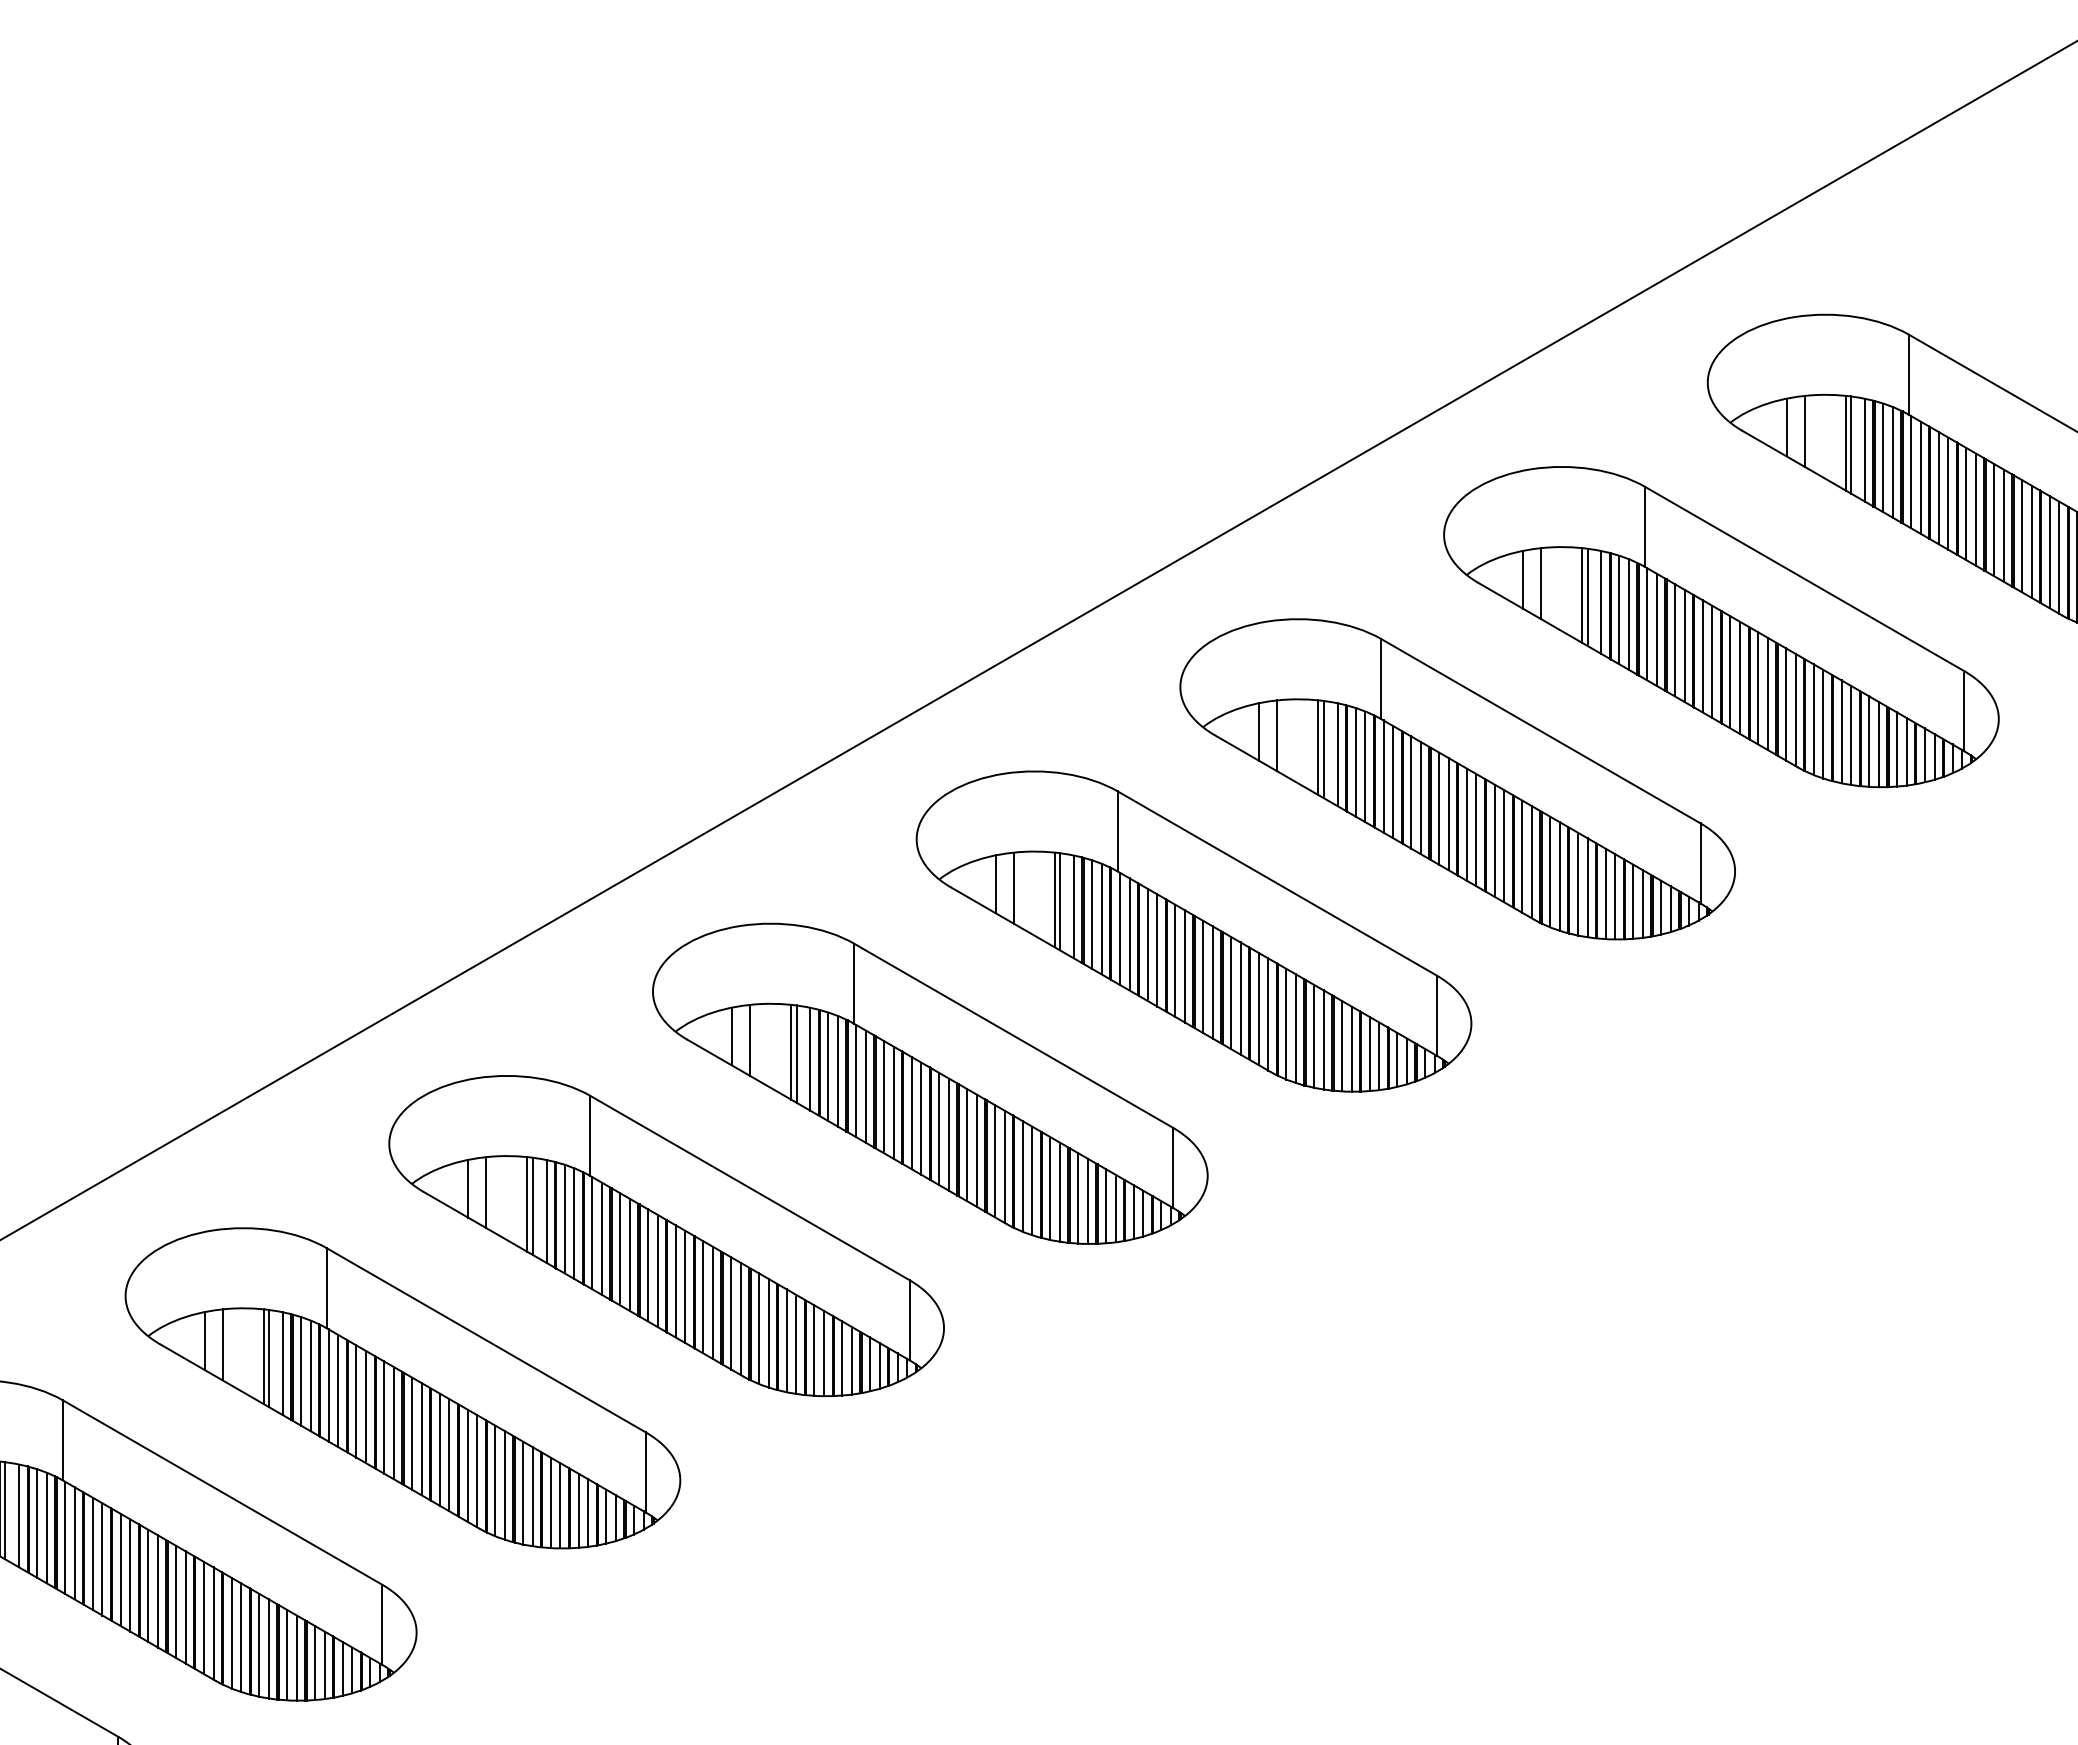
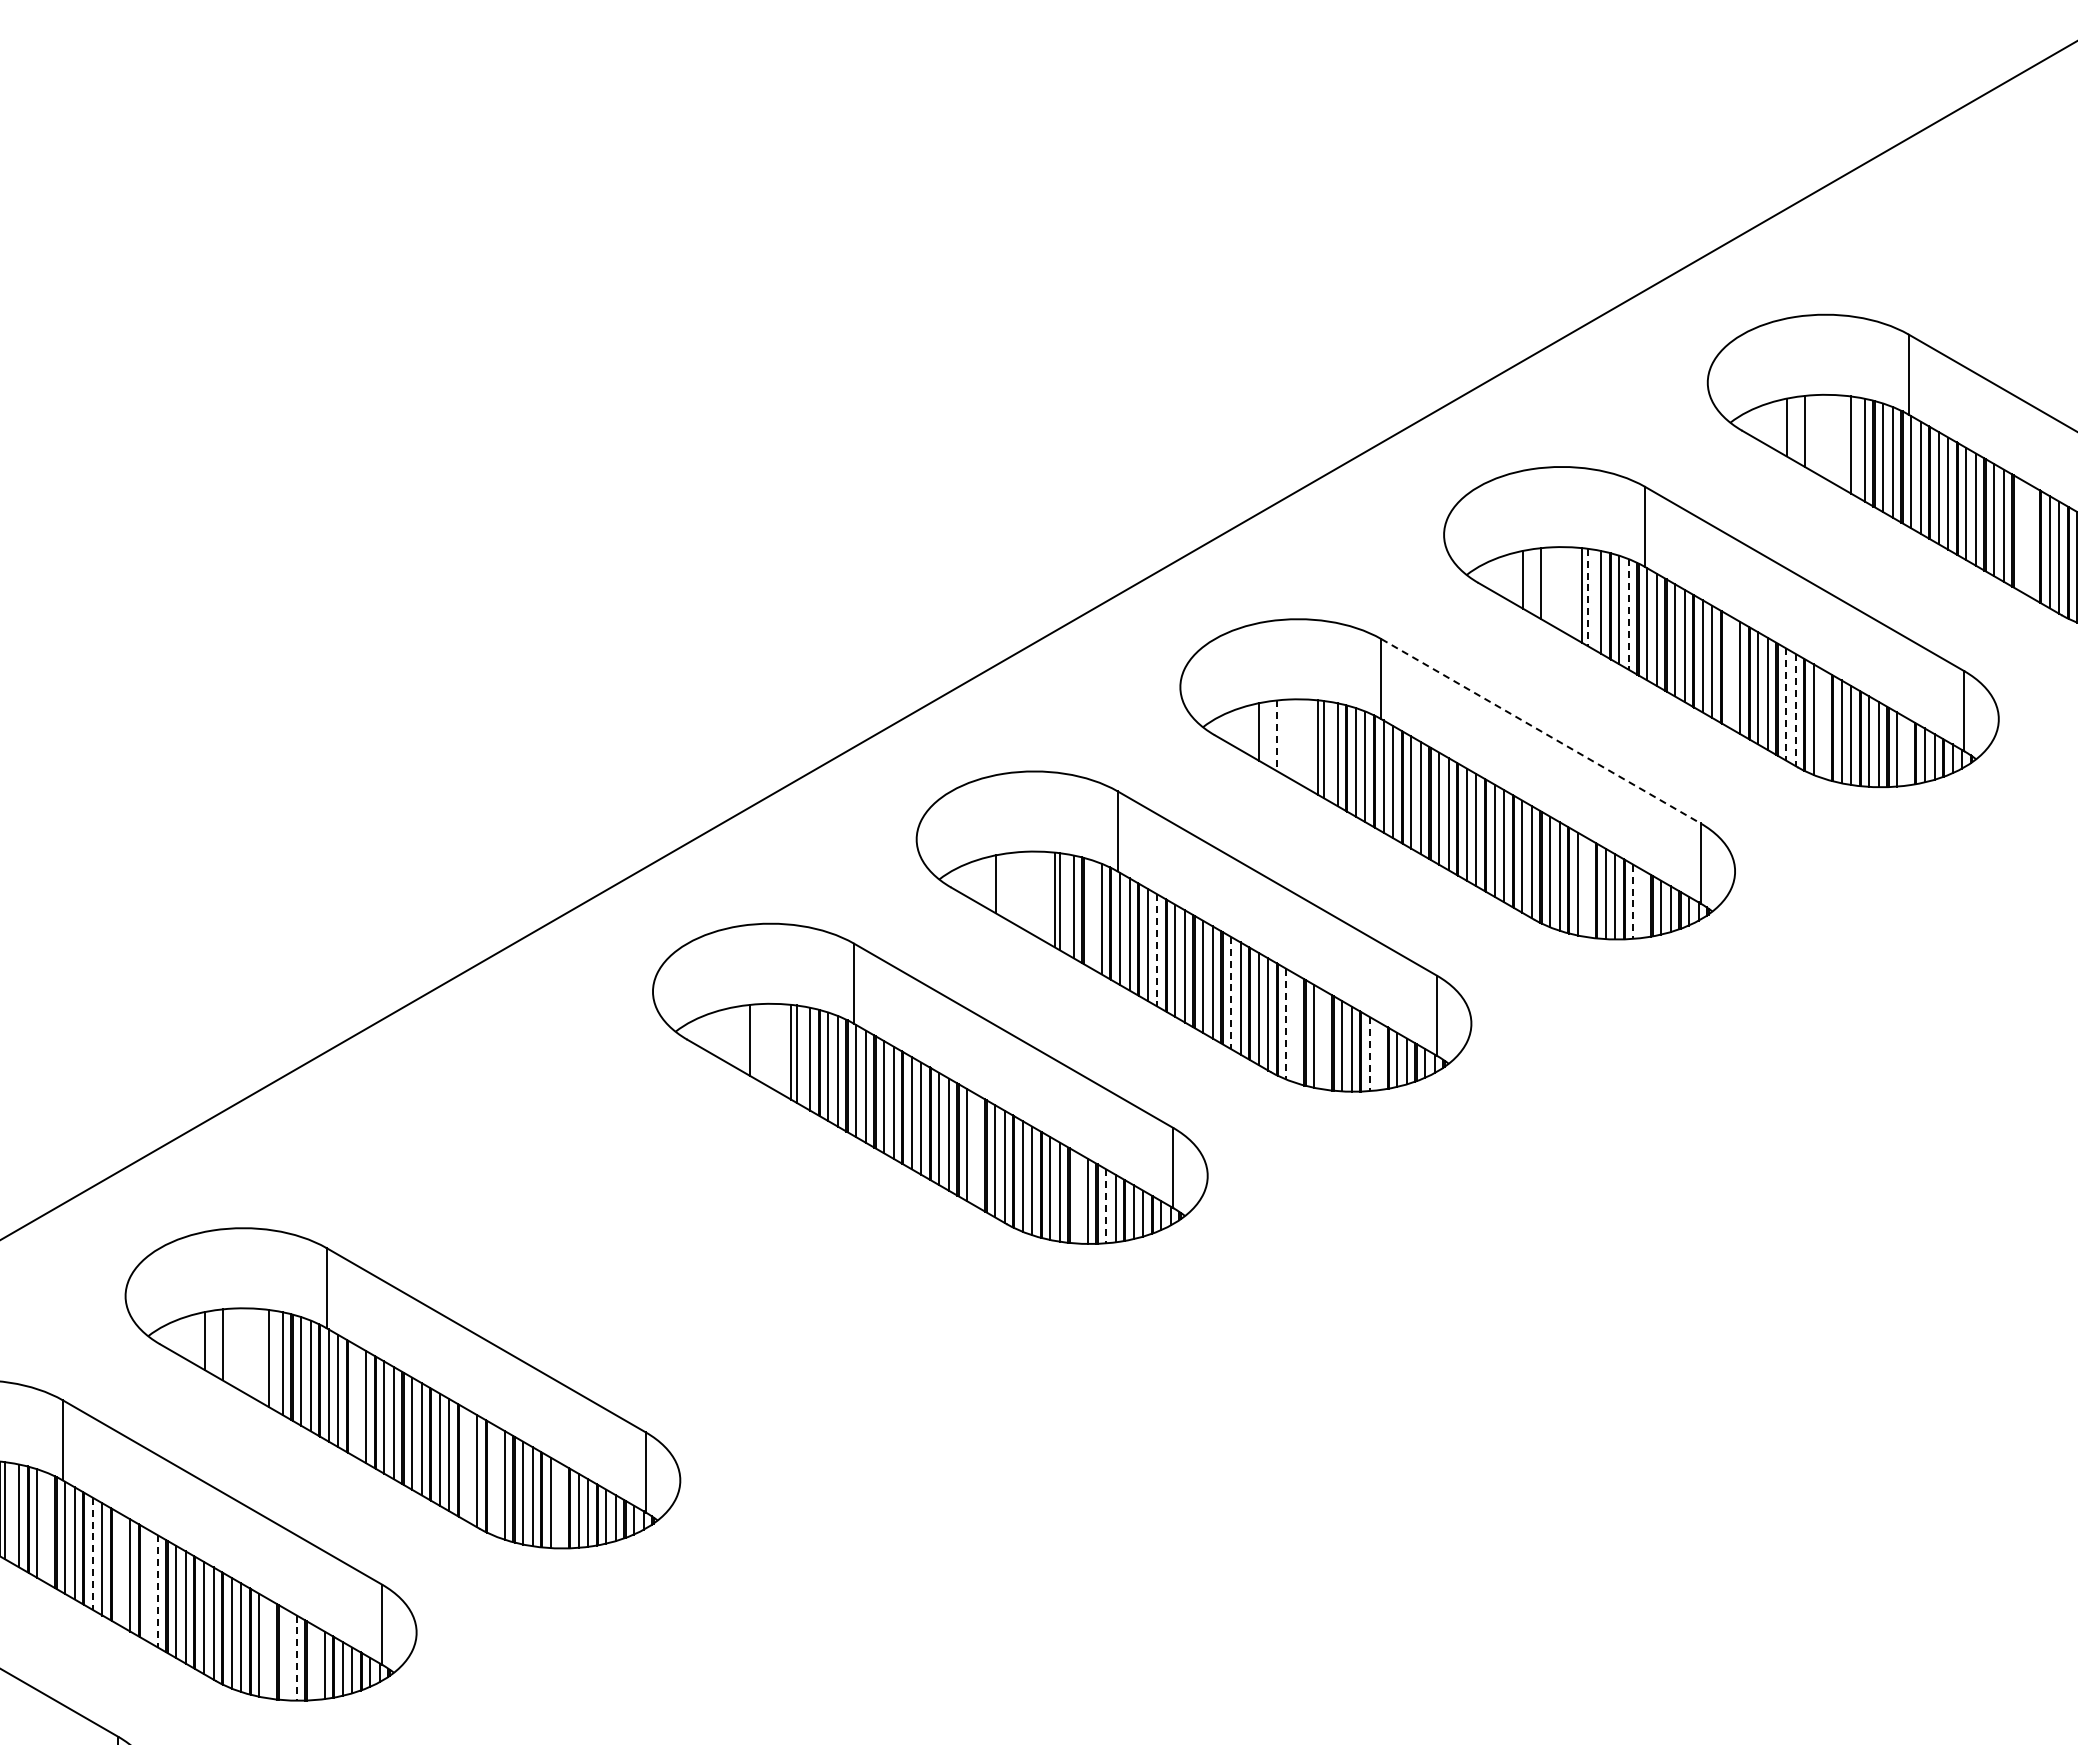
line at (1845, 442): present -> none
line at (2021, 536): present -> none
line at (2031, 541): present -> none
line at (1587, 597): solid -> dashed
line at (1629, 615): solid -> dashed
line at (1730, 672): present -> none
line at (1785, 704): solid -> dashed
line at (1795, 710): solid -> dashed
line at (1823, 723): present -> none
line at (1541, 731): solid -> dashed
line at (1277, 736): solid -> dashed
line at (1906, 751): present -> none
line at (1013, 887): present -> none
line at (1587, 887): present -> none
line at (1633, 902): solid -> dashed
line at (1643, 903): present -> none
line at (1092, 914): present -> none
line at (1157, 950): solid -> dashed
line at (1230, 993): solid -> dashed
line at (1286, 1024): solid -> dashed
line at (1296, 1028): present -> none
line at (731, 1036): present -> none
line at (1323, 1039): present -> none
line at (1369, 1054): solid -> dashed
line at (1379, 1056): present -> none
line at (976, 1150): present -> none
line at (1078, 1198): present -> none
line at (1105, 1206): solid -> dashed
part at (666, 1235): present -> none
line at (263, 1356): present -> none
line at (356, 1401): present -> none
line at (467, 1465): present -> none
line at (495, 1480): present -> none
line at (560, 1505): present -> none
line at (46, 1527): present -> none
line at (92, 1554): solid -> dashed
line at (120, 1569): present -> none
line at (148, 1585): present -> none
line at (158, 1591): solid -> dashed
line at (269, 1648): present -> none
line at (287, 1654): present -> none
line at (296, 1658): solid -> dashed
line at (314, 1662): present -> none
